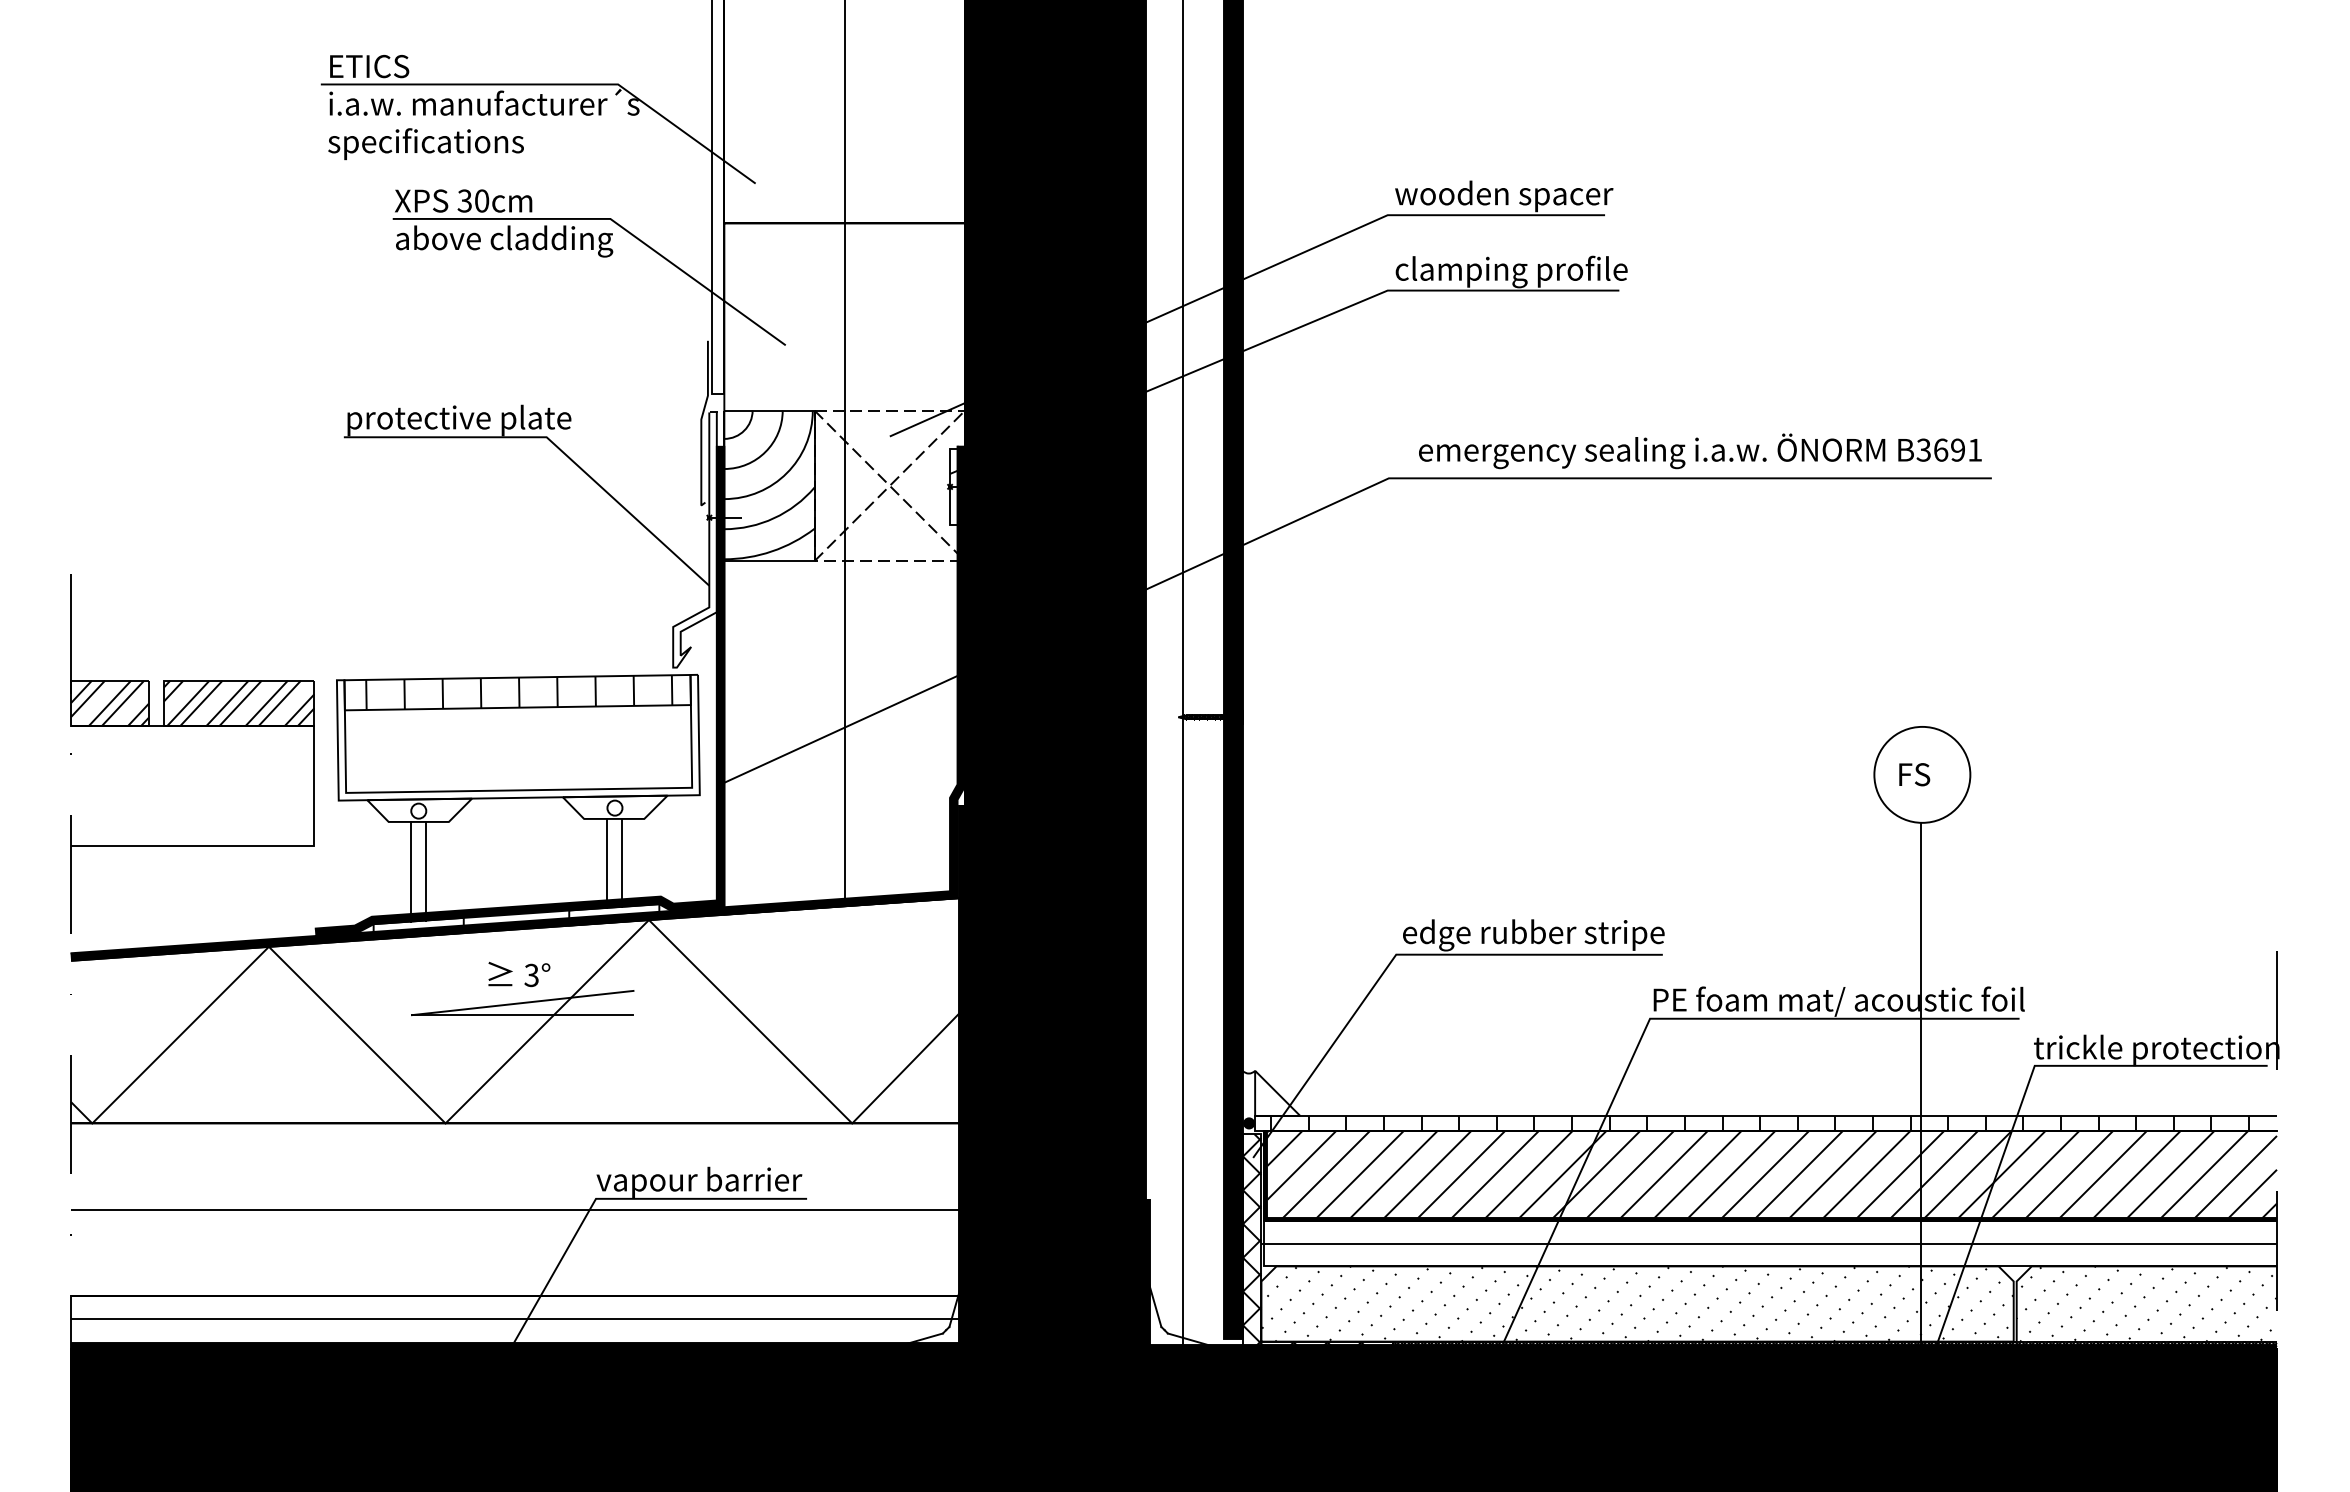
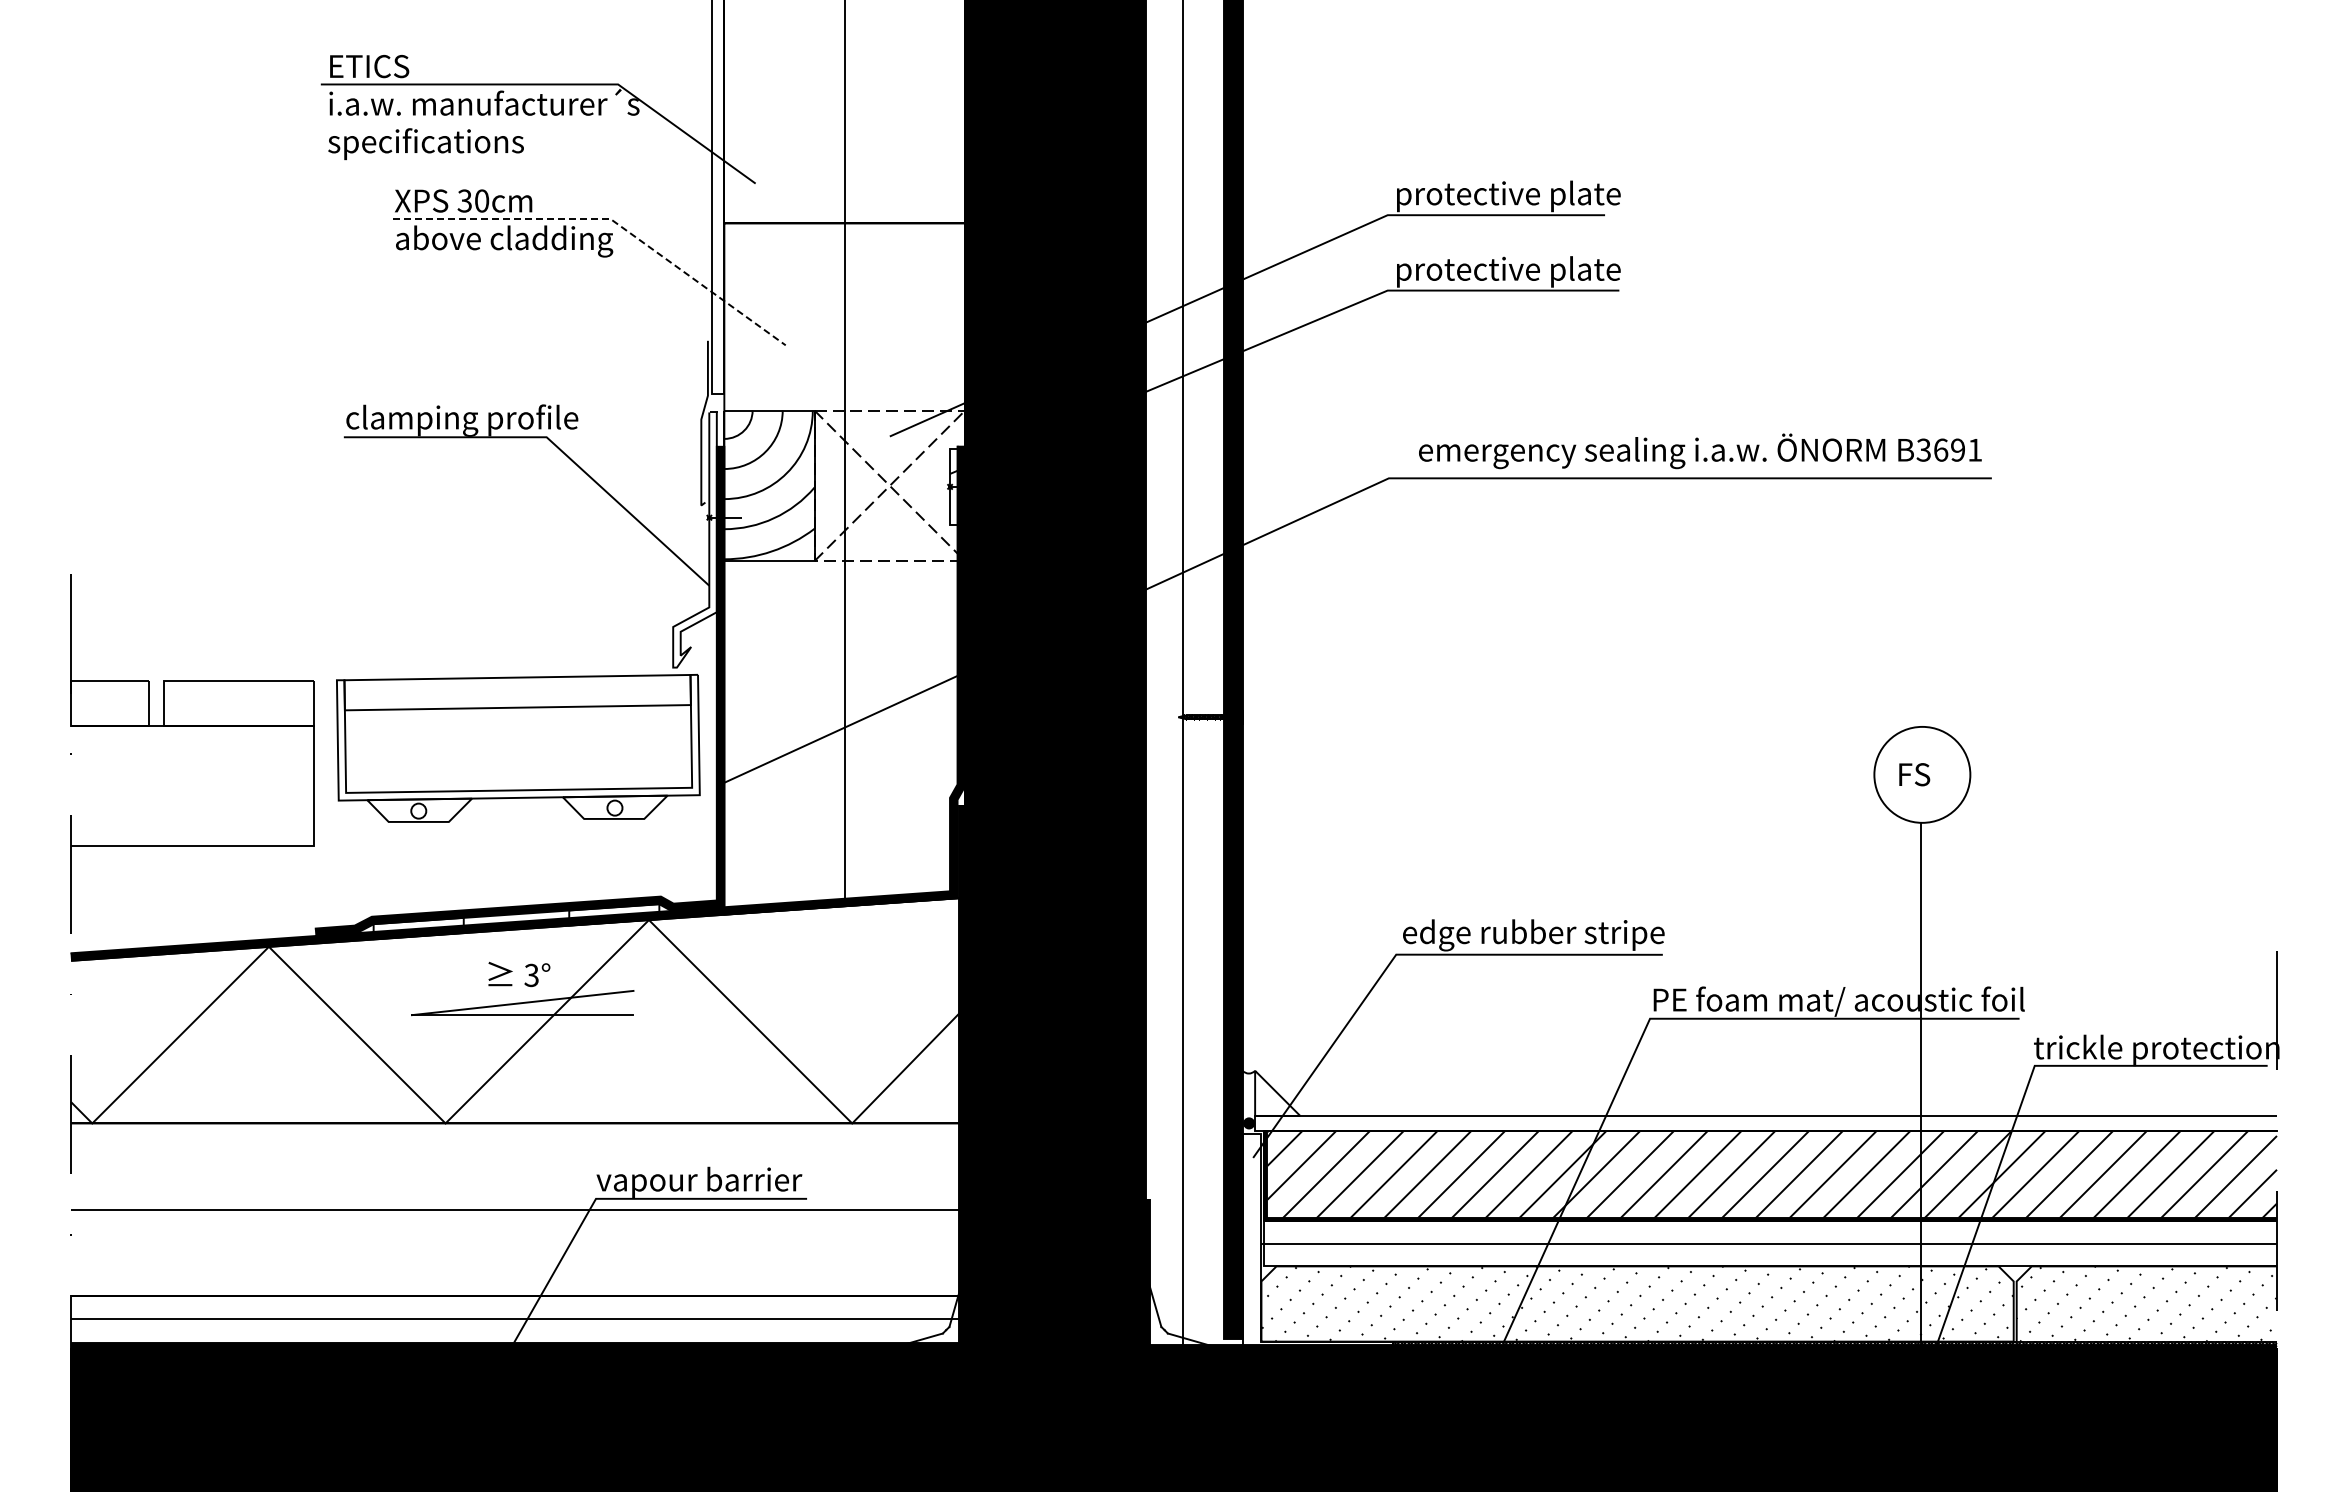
text at (1507, 196): wooden spacer -> protective plate
line at (610, 218): solid -> dashed
text at (1511, 271): clamping profile -> protective plate
text at (462, 420): protective plate -> clamping profile
hatch at (519, 692): present -> none
hatch at (109, 702): present -> none
hatch at (238, 702): present -> none
line at (606, 862): present -> none
line at (621, 862): present -> none
line at (426, 870): present -> none
line at (411, 871): present -> none
hatch at (1760, 1122): present -> none
hatch at (1317, 1241): present -> none
